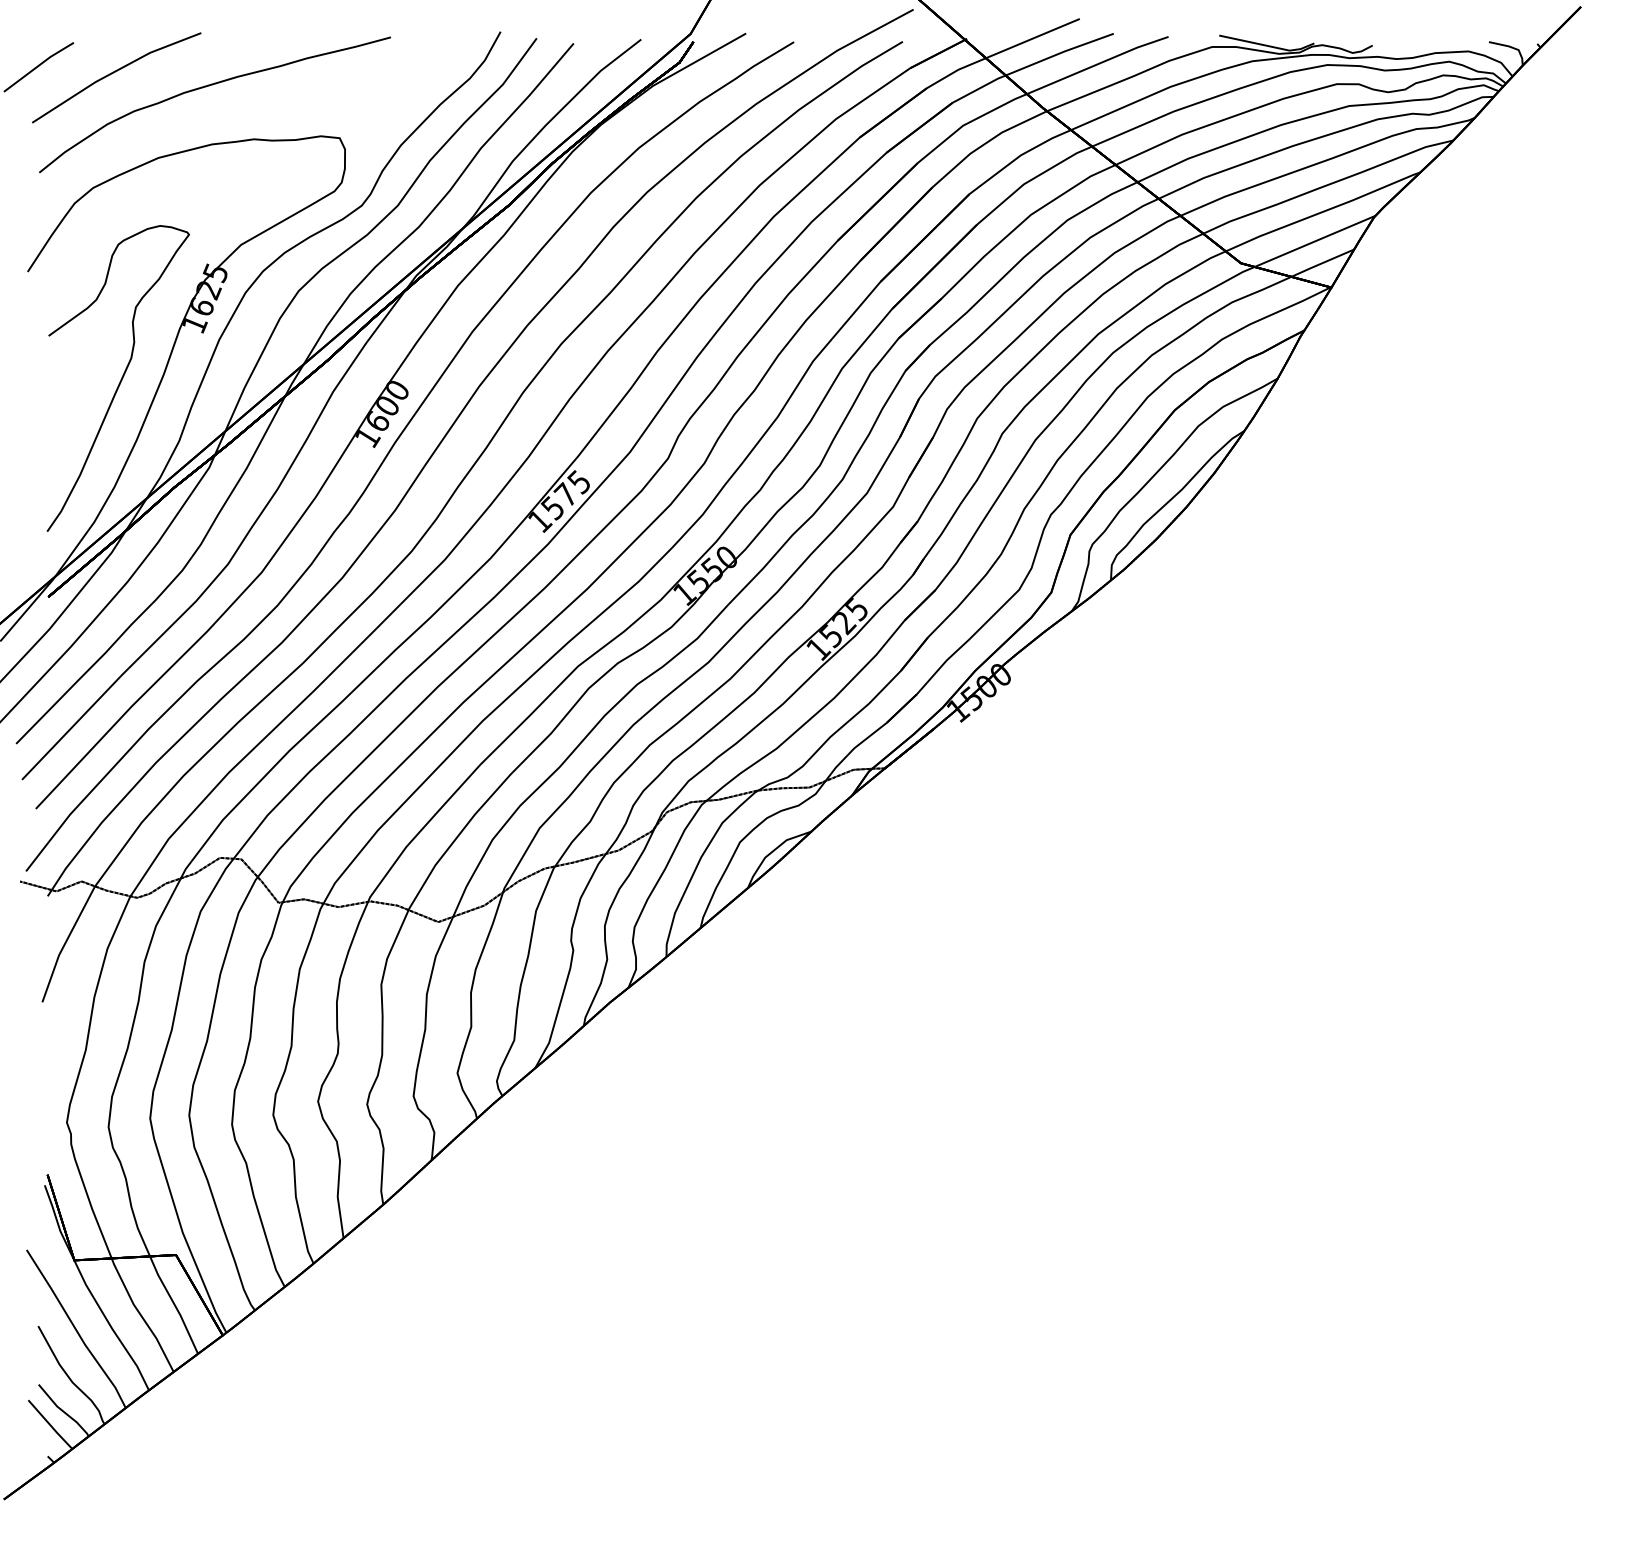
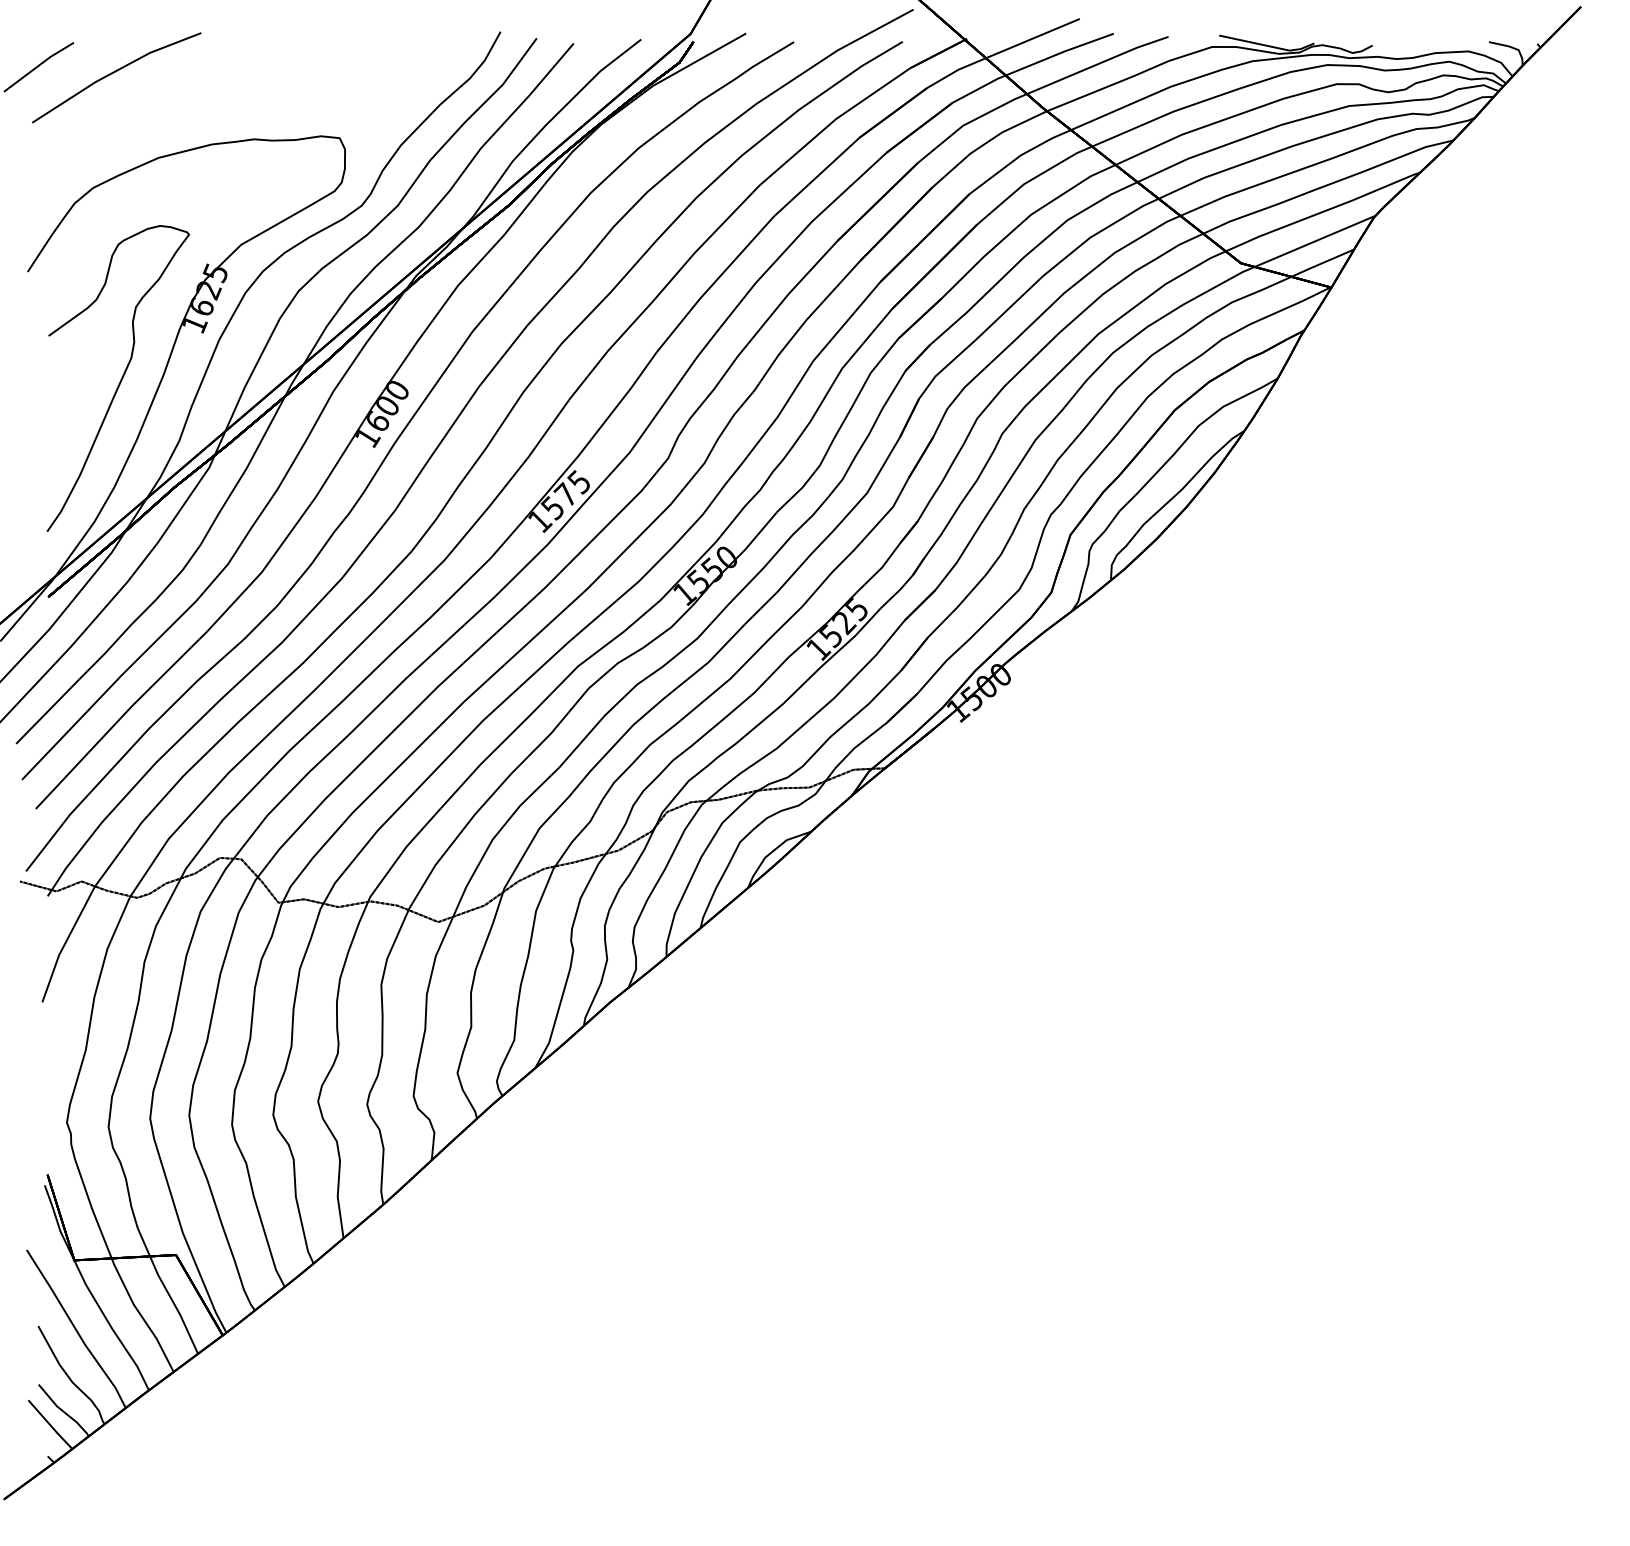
curve at (209, 86): present -> none
